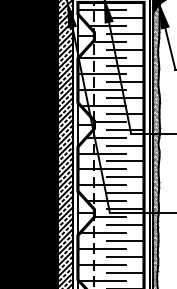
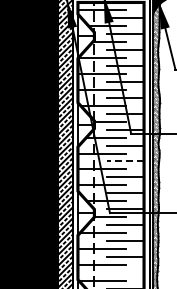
line at (125, 161): solid -> dashed
line at (125, 272): present -> none
